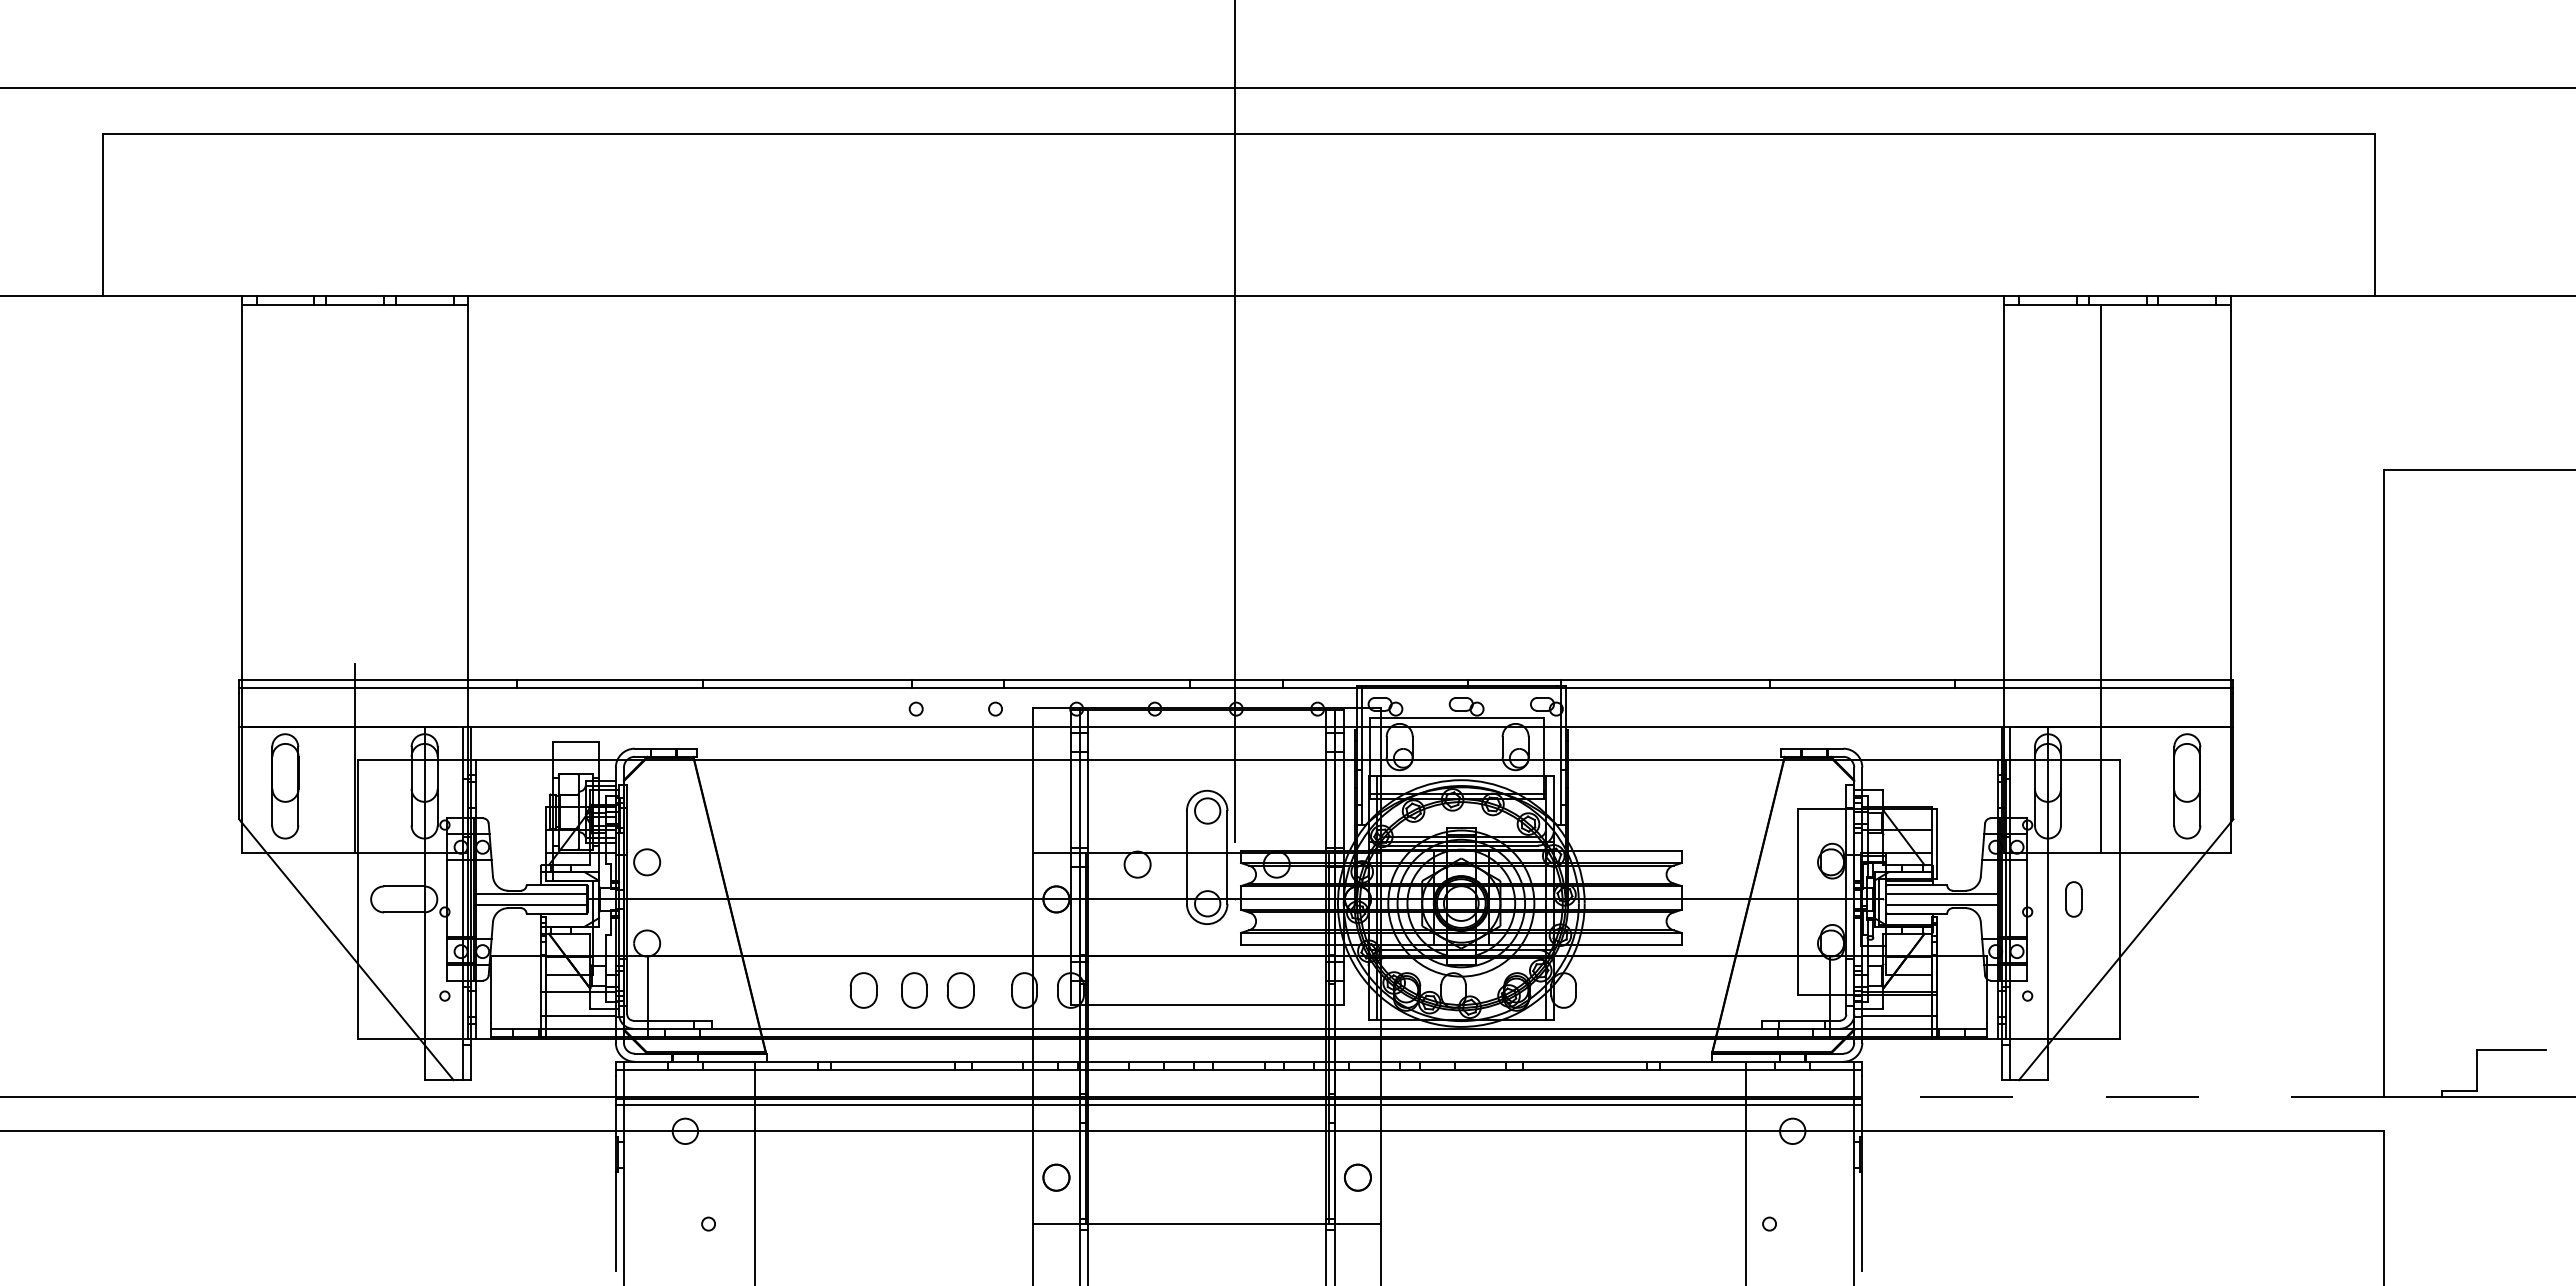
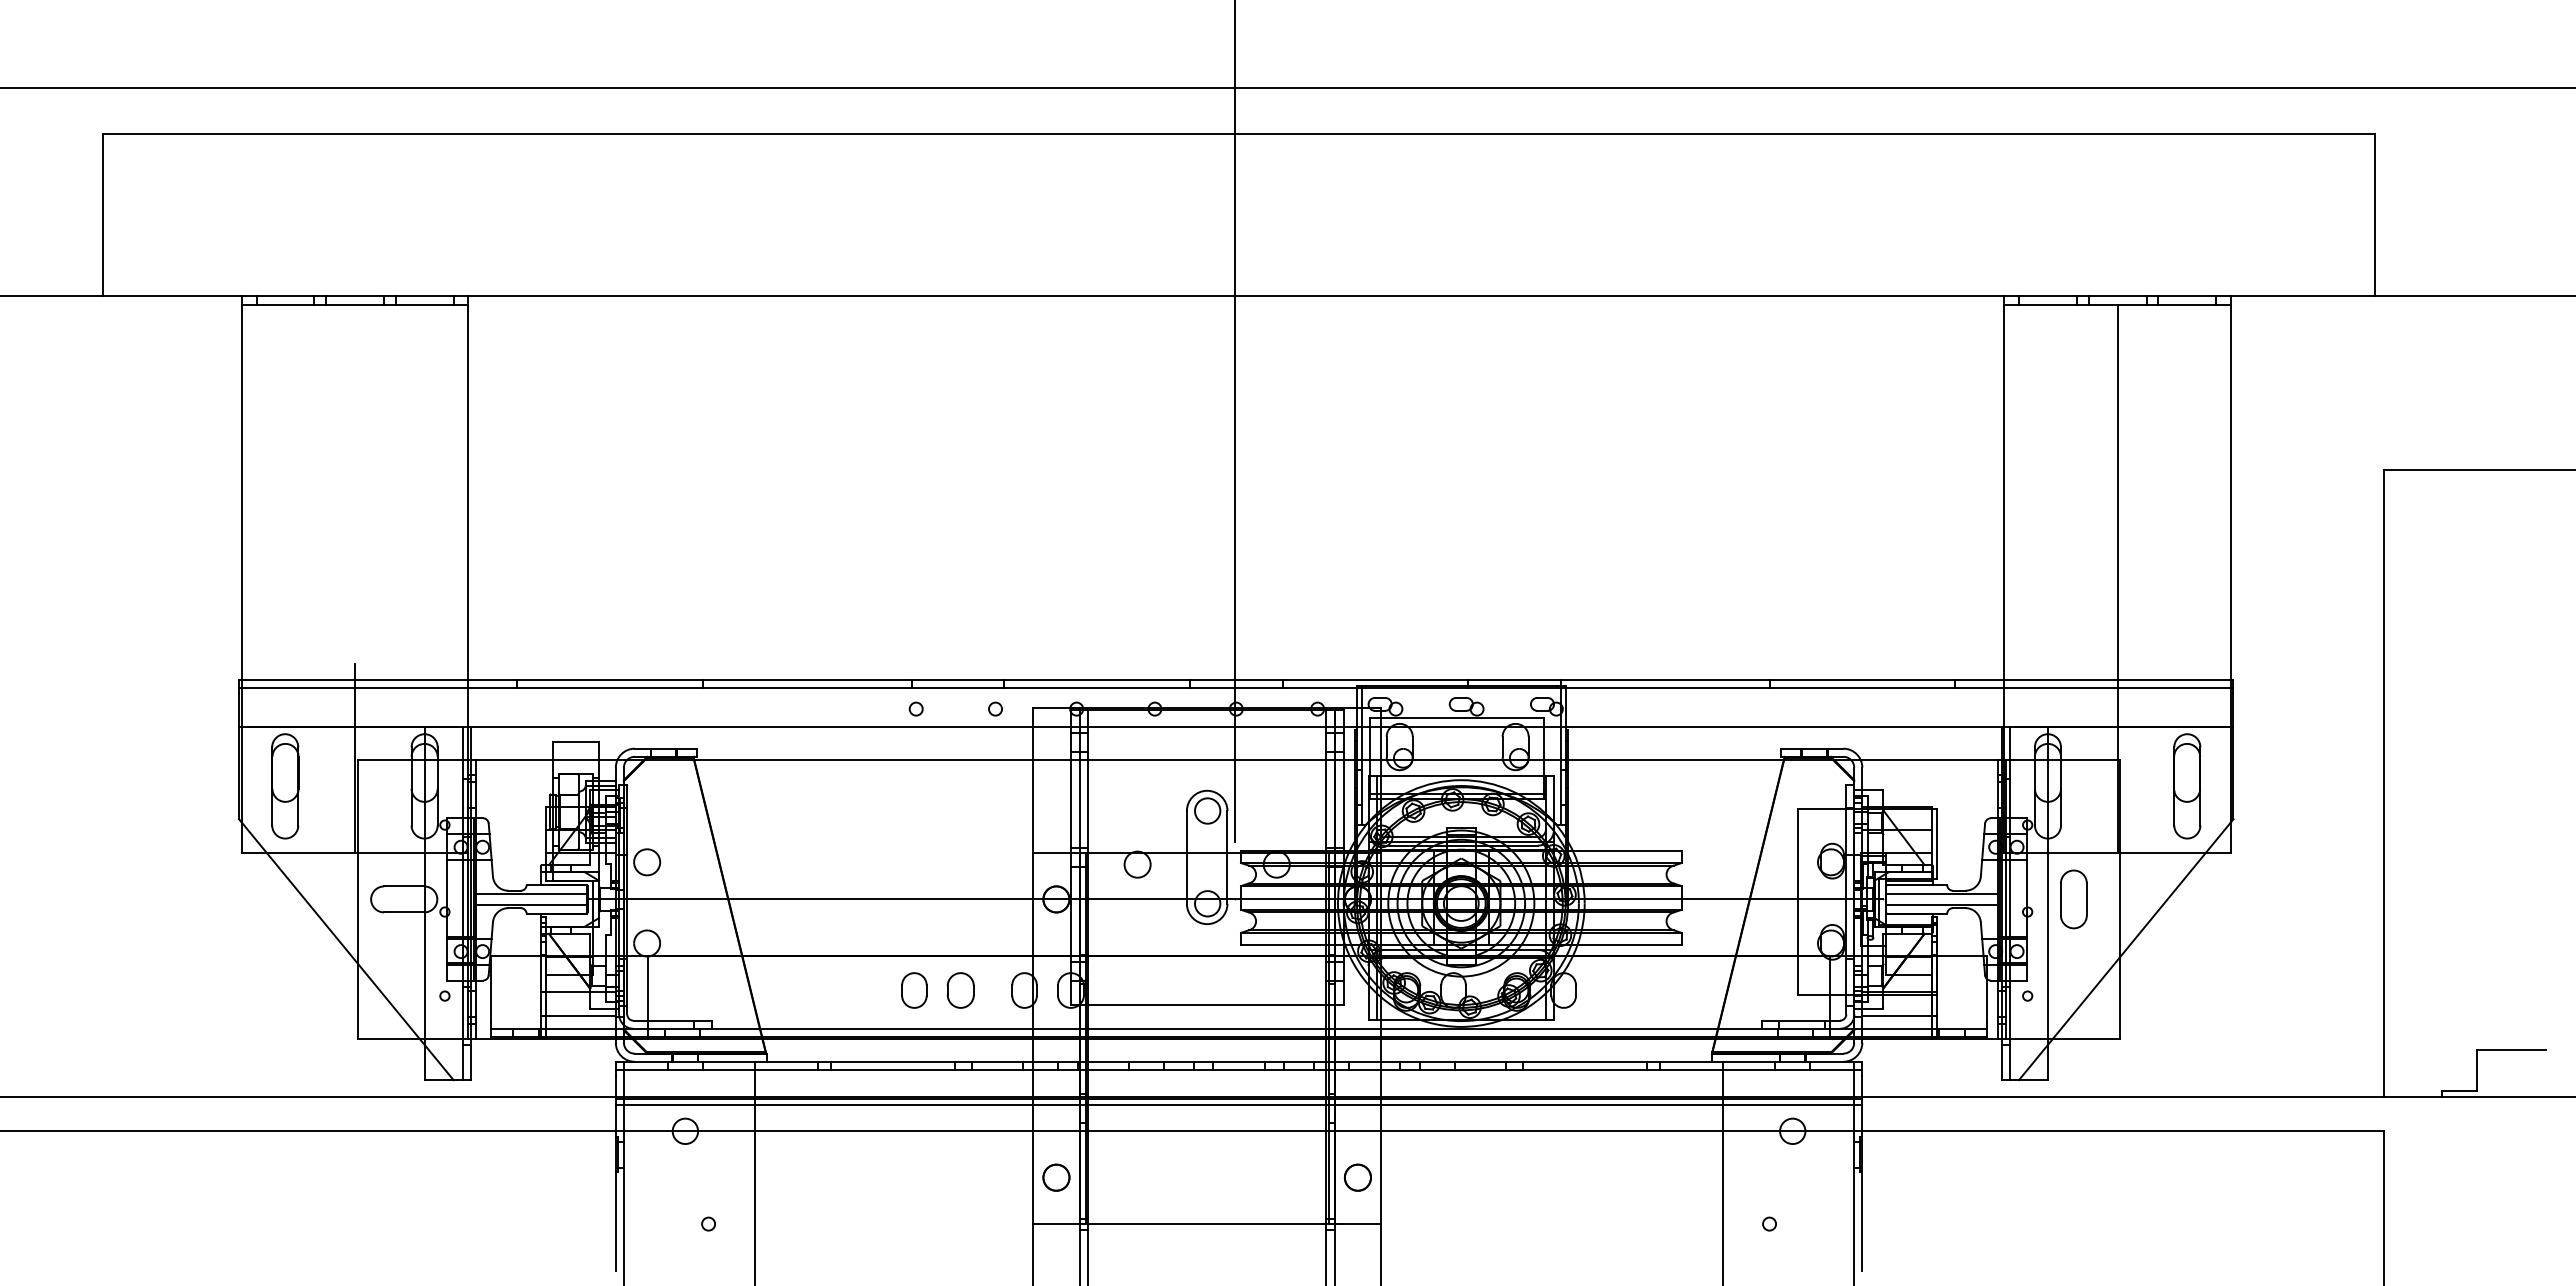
line at (2100, 578) position: (2100, 578) -> (2117, 578)
part at (2073, 899) size: 18x37 px -> 28x61 px
part at (863, 990): present -> none
line at (2123, 1096): dashed -> solid
line at (1746, 1171) position: (1746, 1171) -> (1723, 1171)
